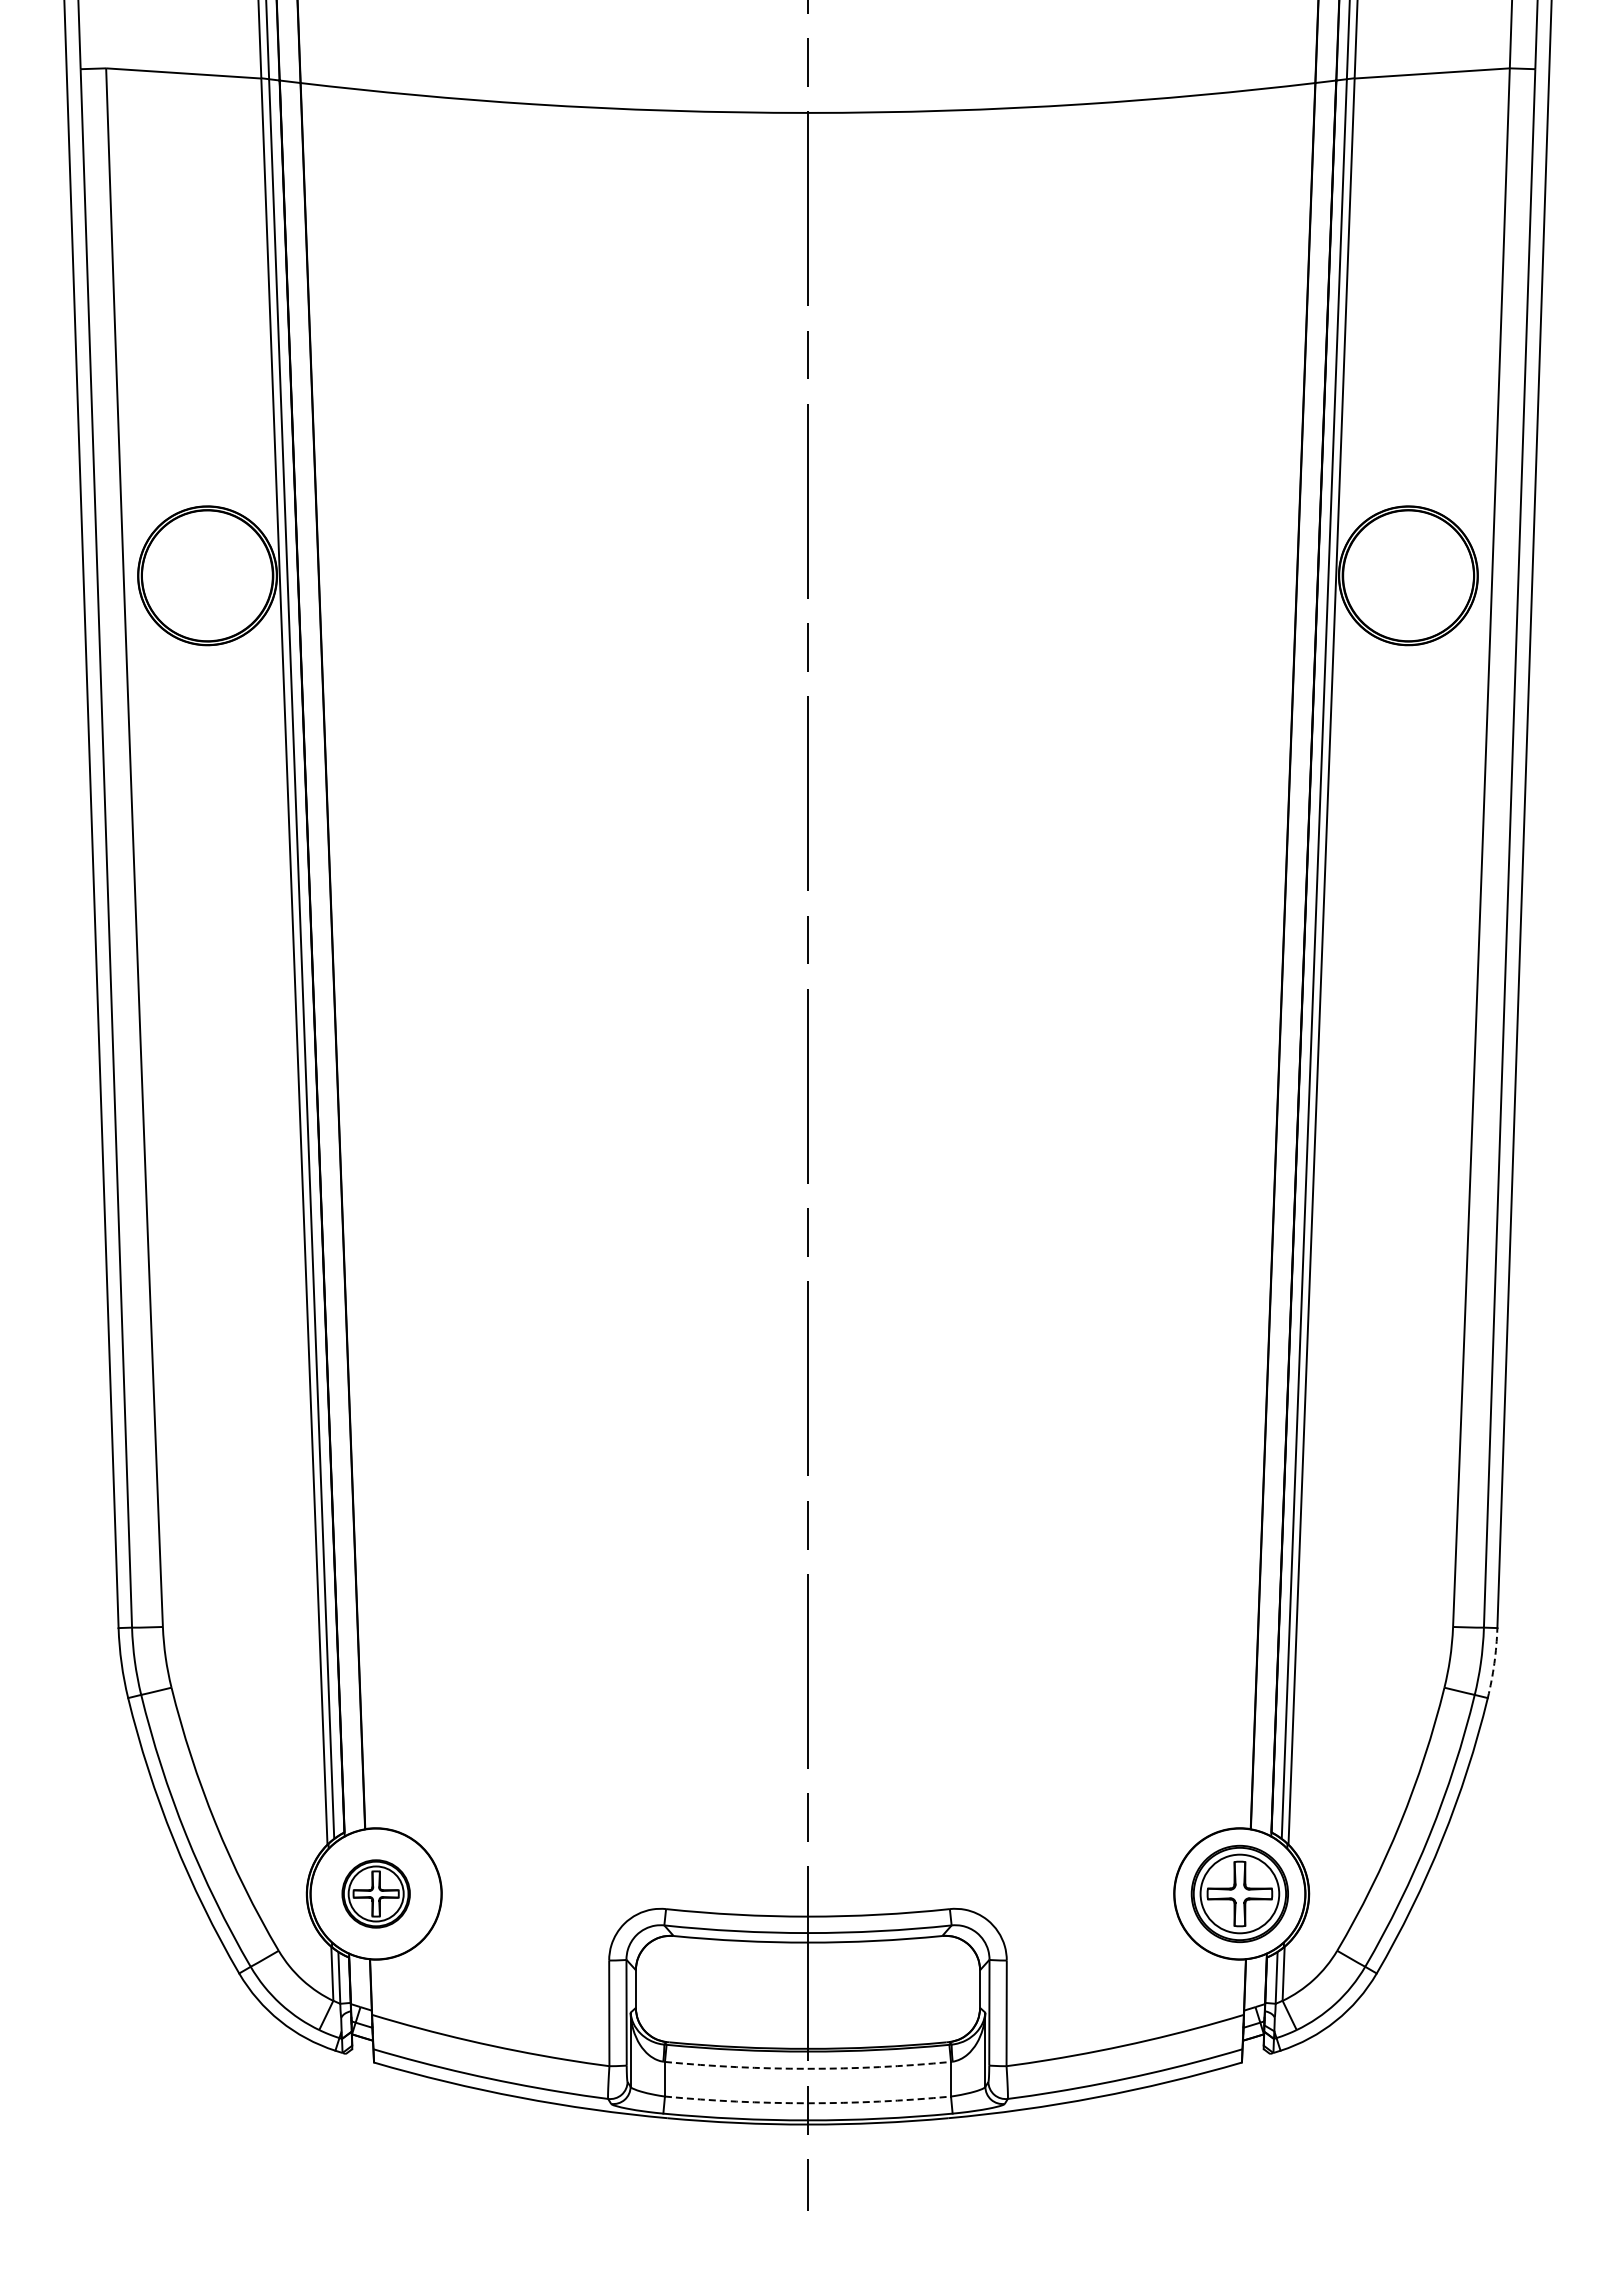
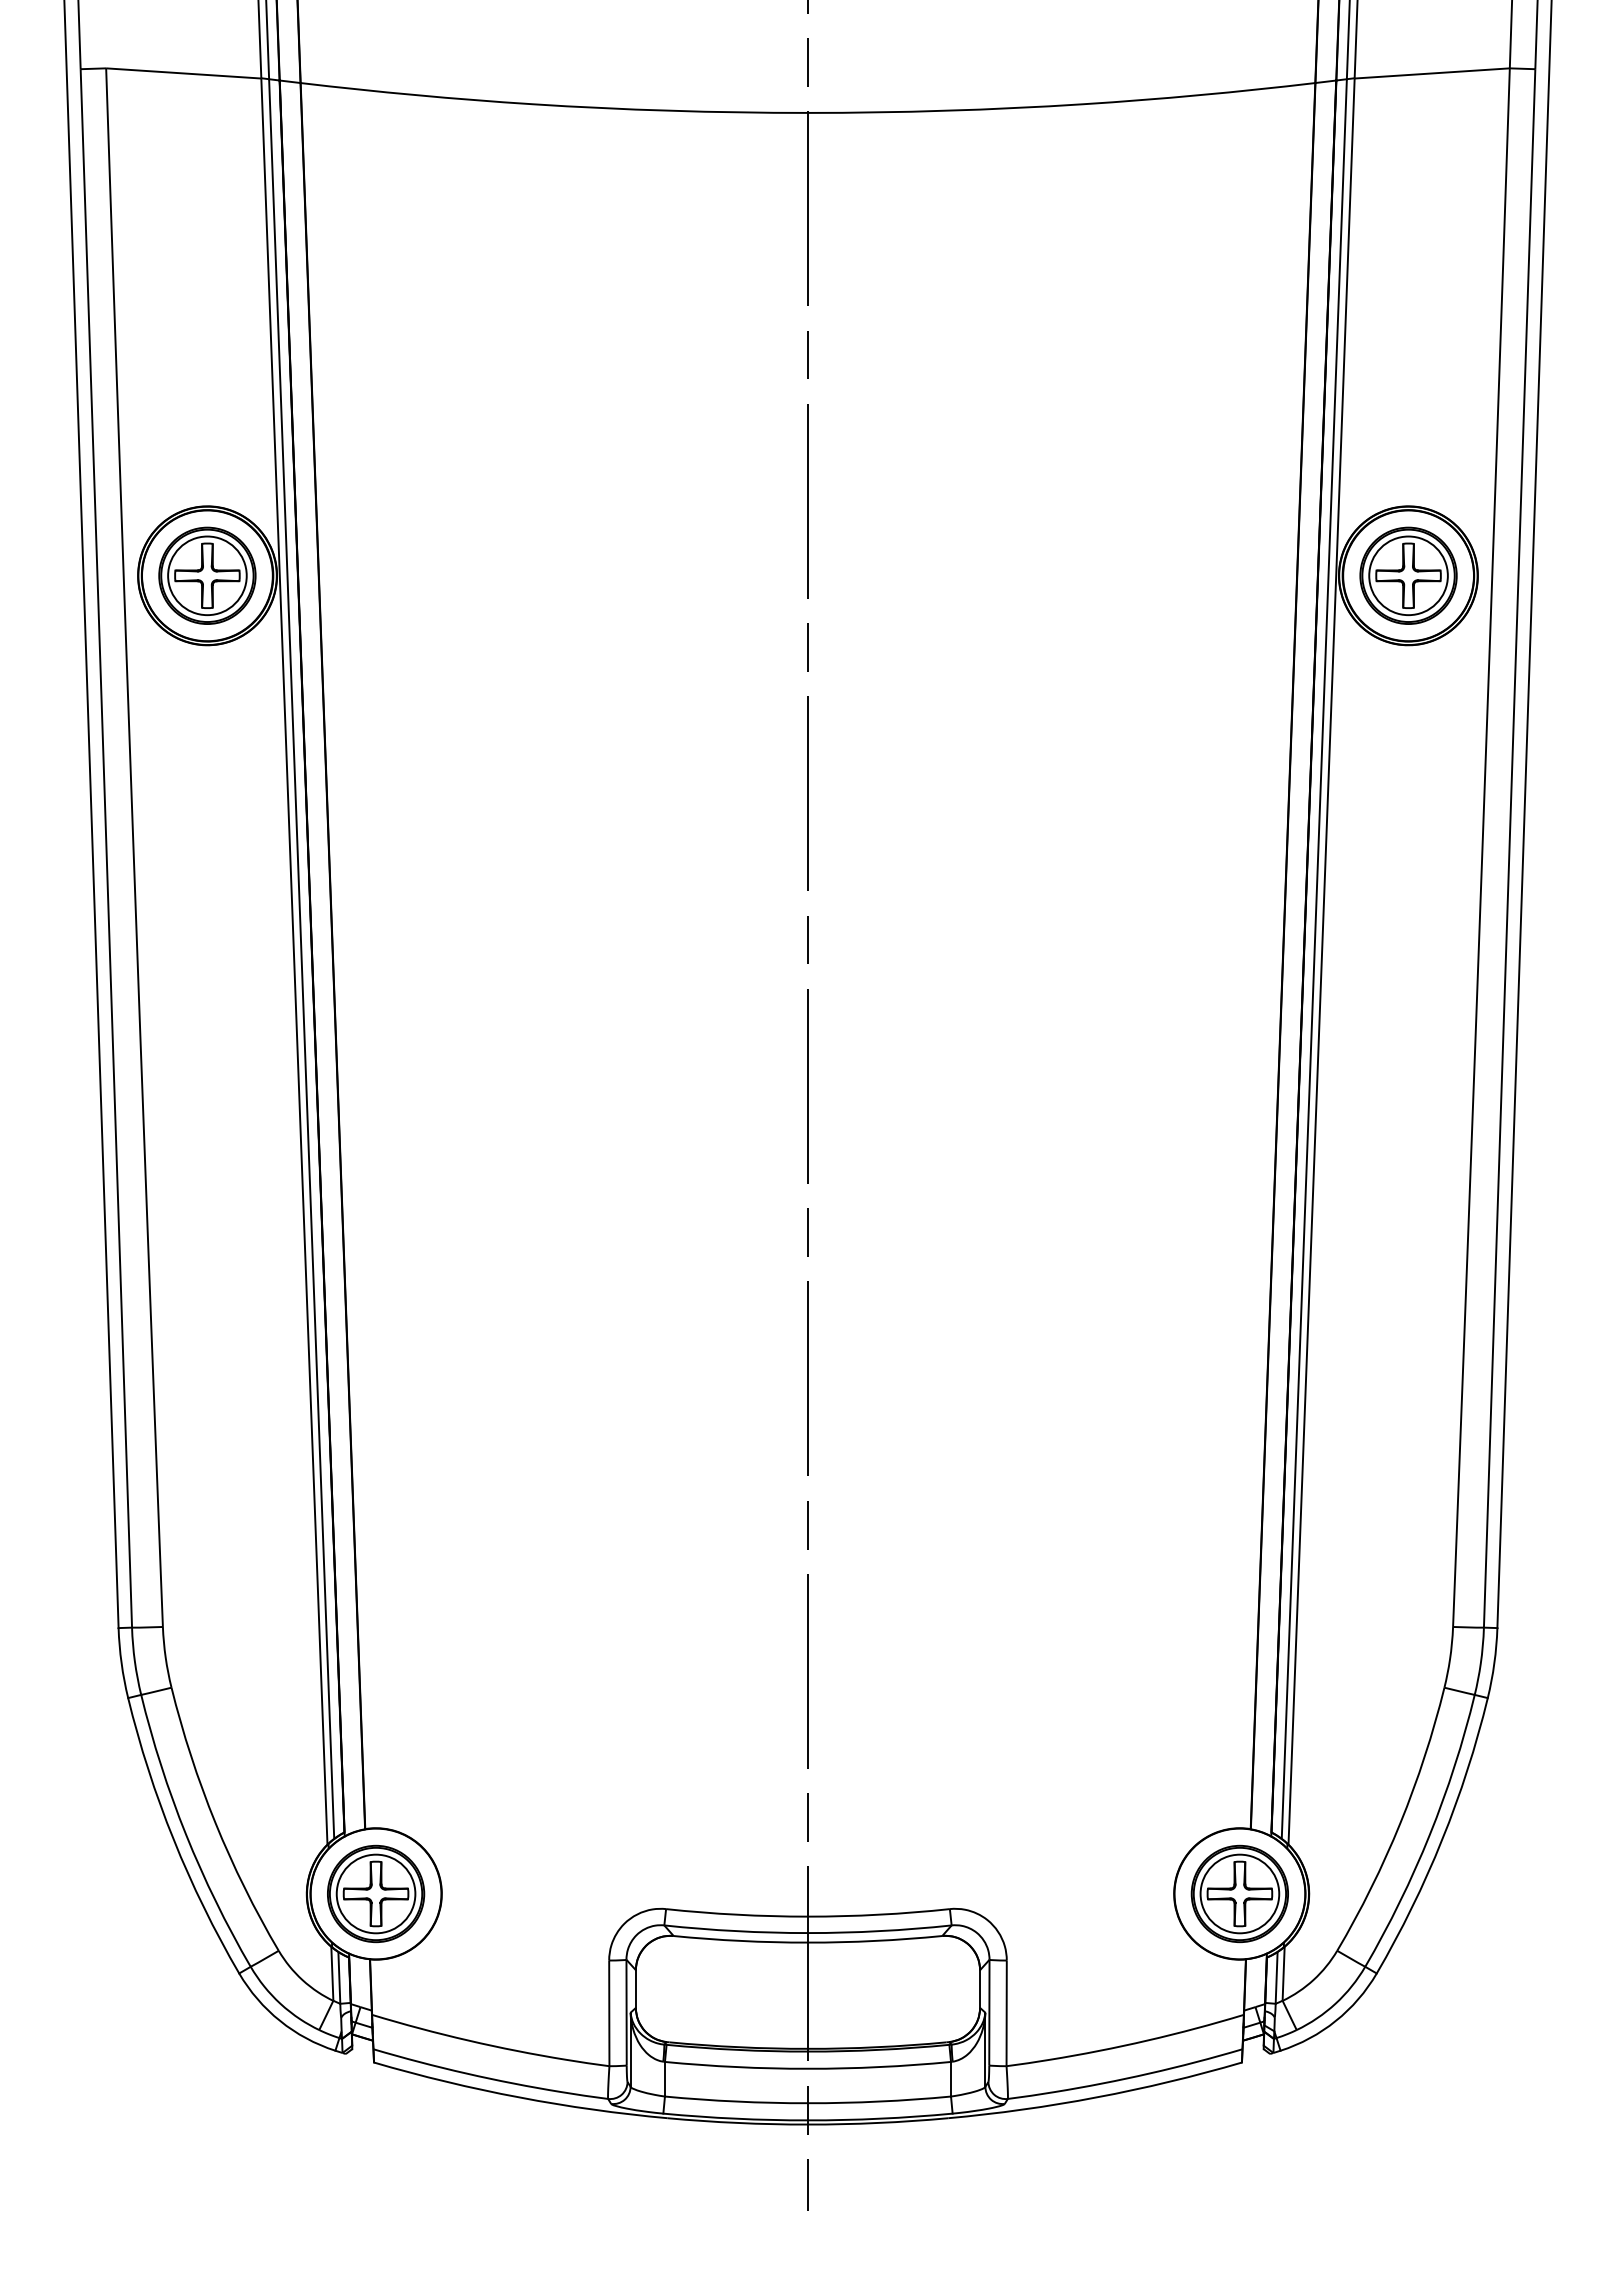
part at (207, 575): none -> present
part at (1408, 575): none -> present
arc at (1494, 1663): dashed -> solid
part at (375, 1893) size: 70x70 px -> 99x100 px
arc at (807, 2068): dashed -> solid
arc at (807, 2103): dashed -> solid
